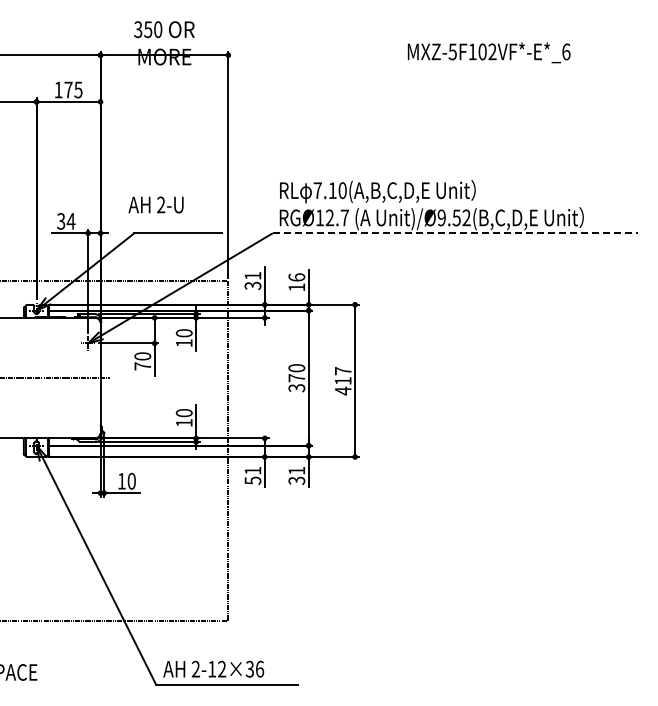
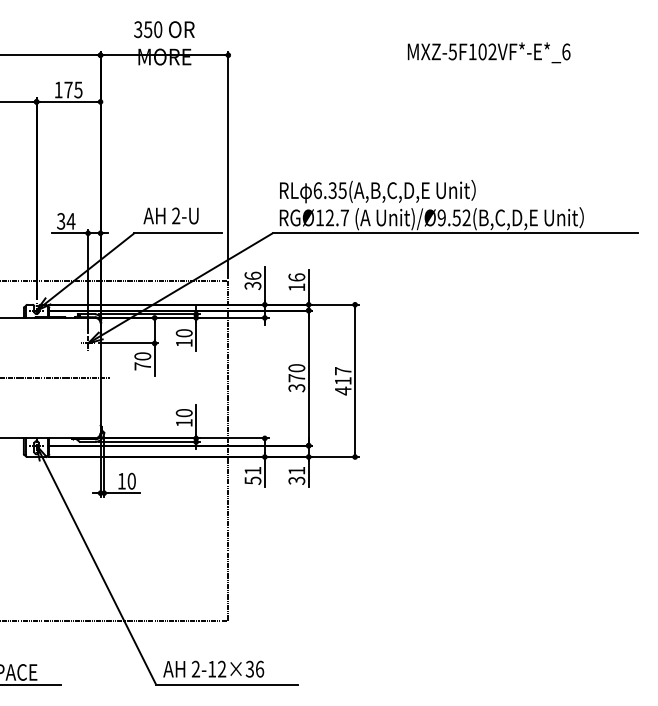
text at (329, 190): 7.10(A,B,C,D,E -> 6.35(A,B,C,D,E
text at (155, 204) position: (155, 204) -> (170, 215)
line at (455, 233): dashed -> solid
text at (252, 275): 31 -> 36
line at (31, 684): none -> present
